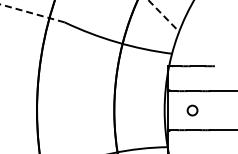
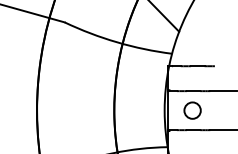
line at (32, 13): dashed -> solid
line at (163, 16): dashed -> solid
circle at (192, 110) size: 13x13 px -> 19x19 px
